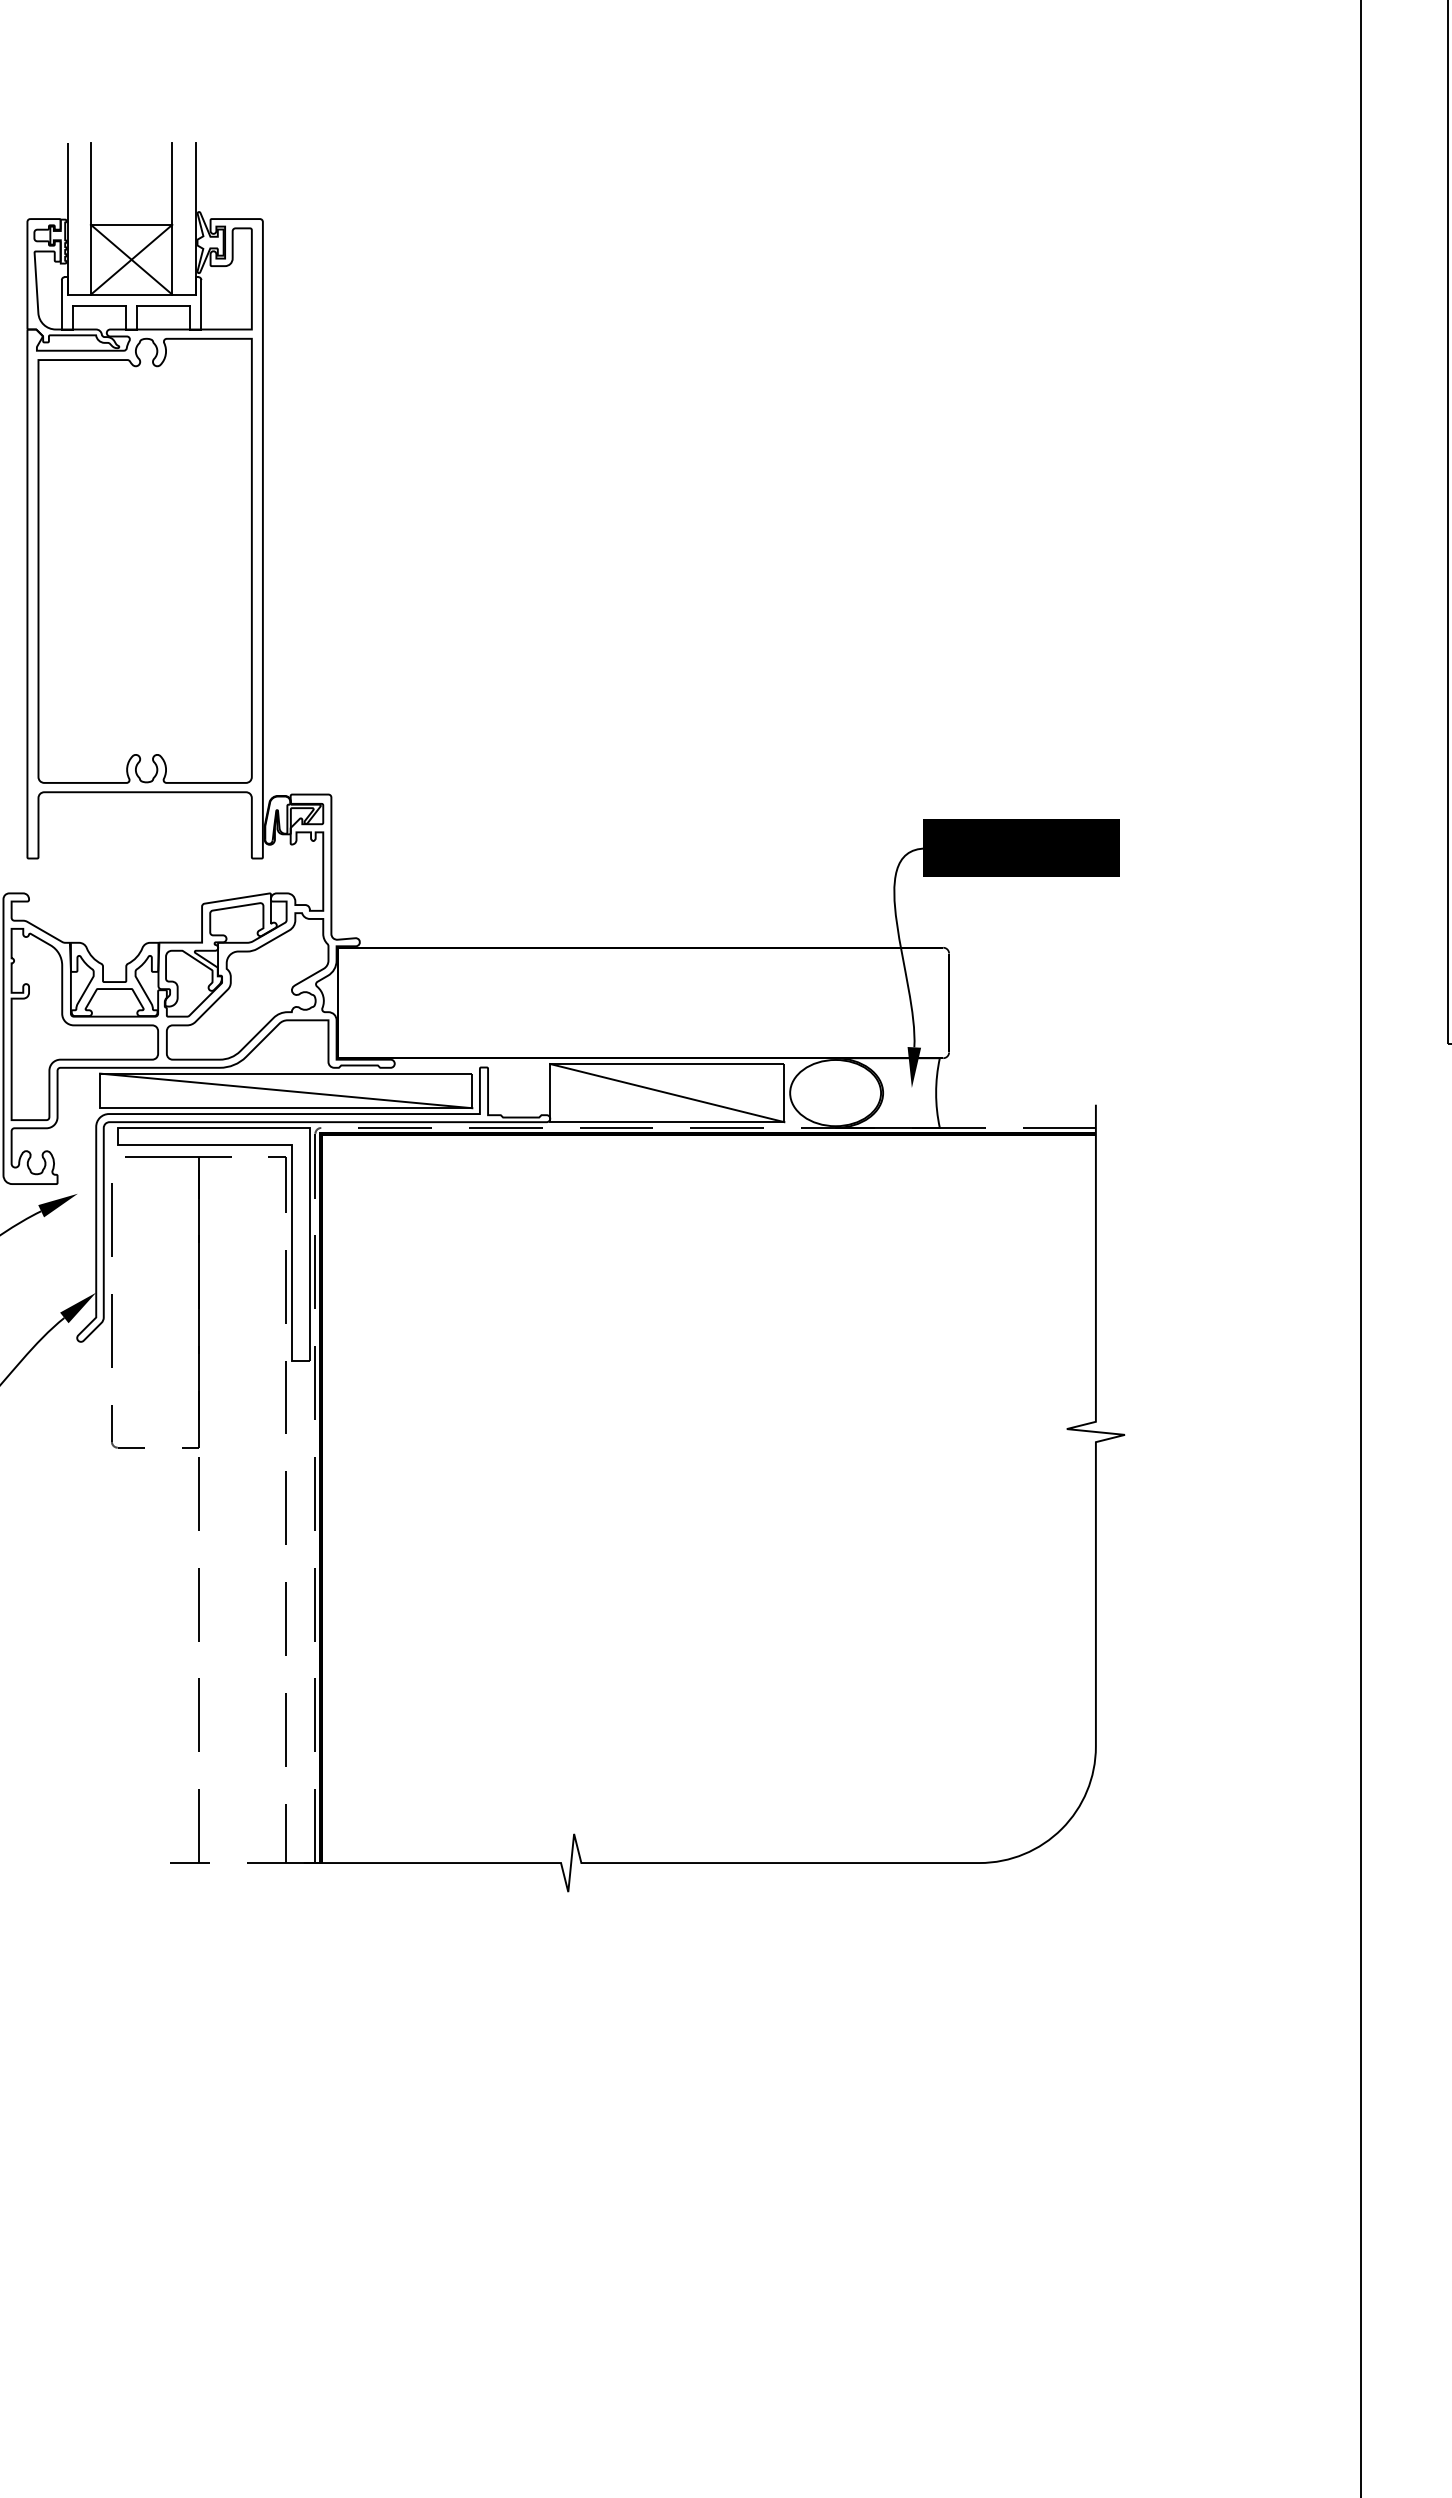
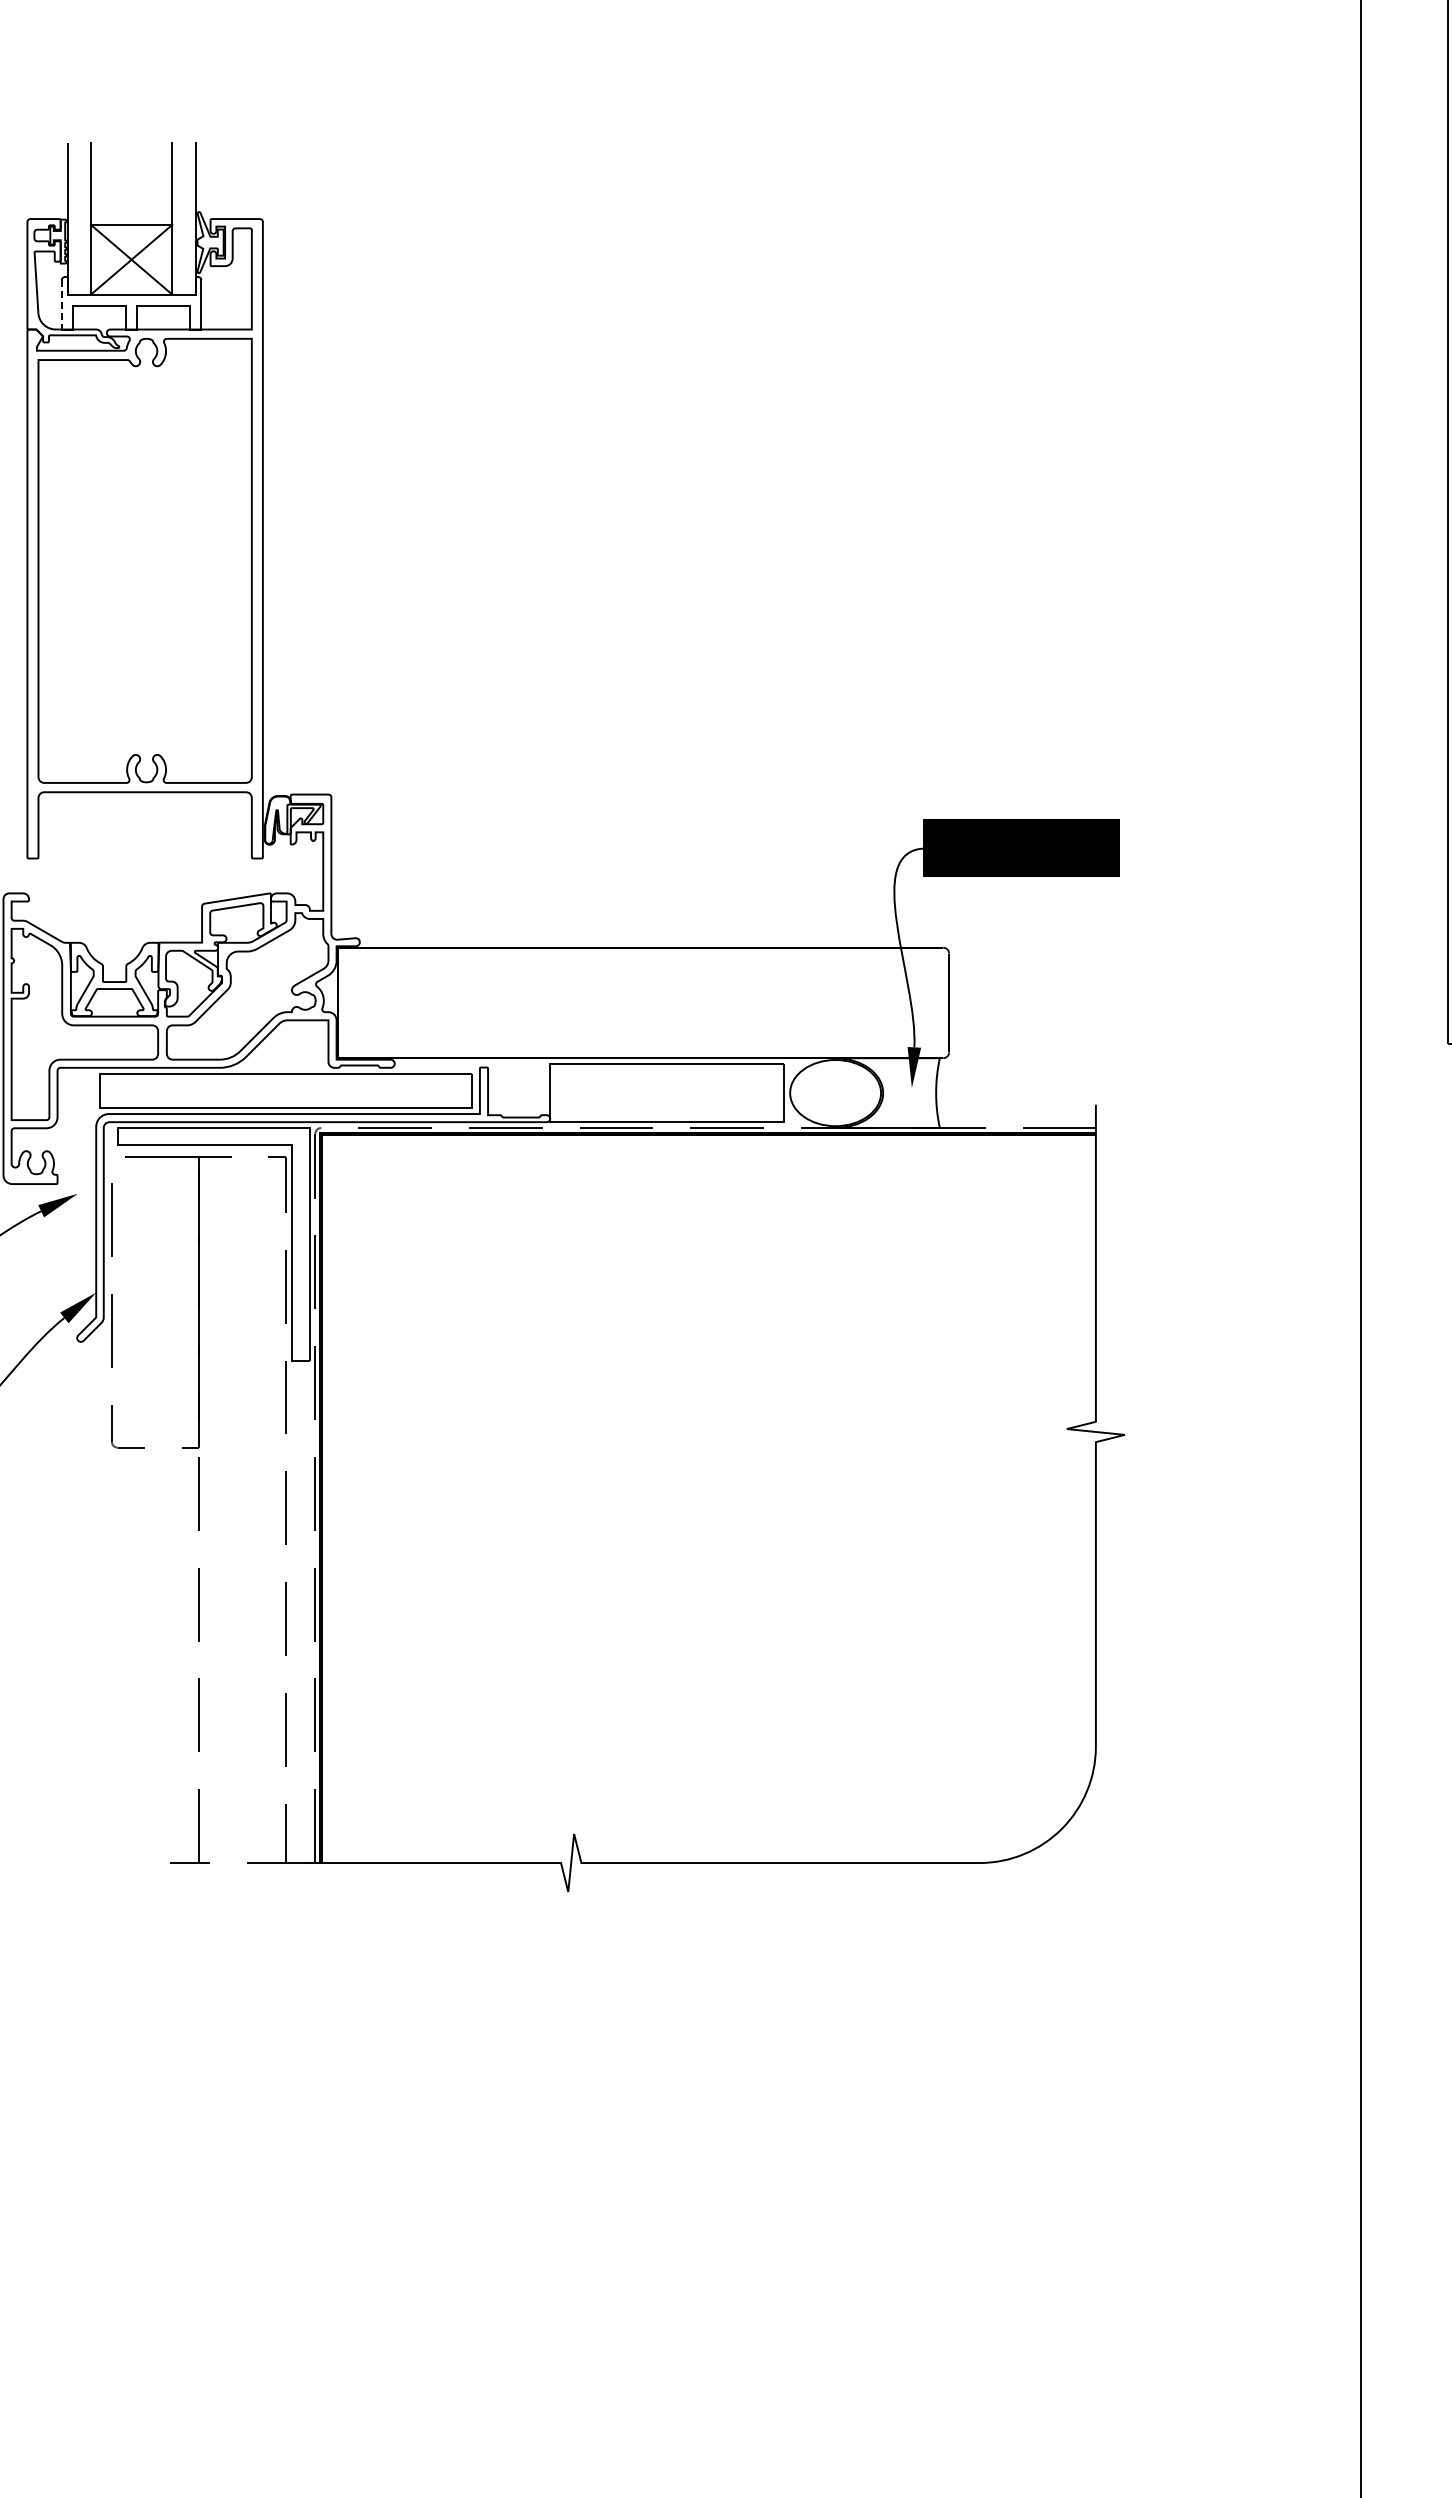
line at (61, 304): solid -> dashed
line at (286, 1090): present -> none
line at (667, 1093): present -> none
